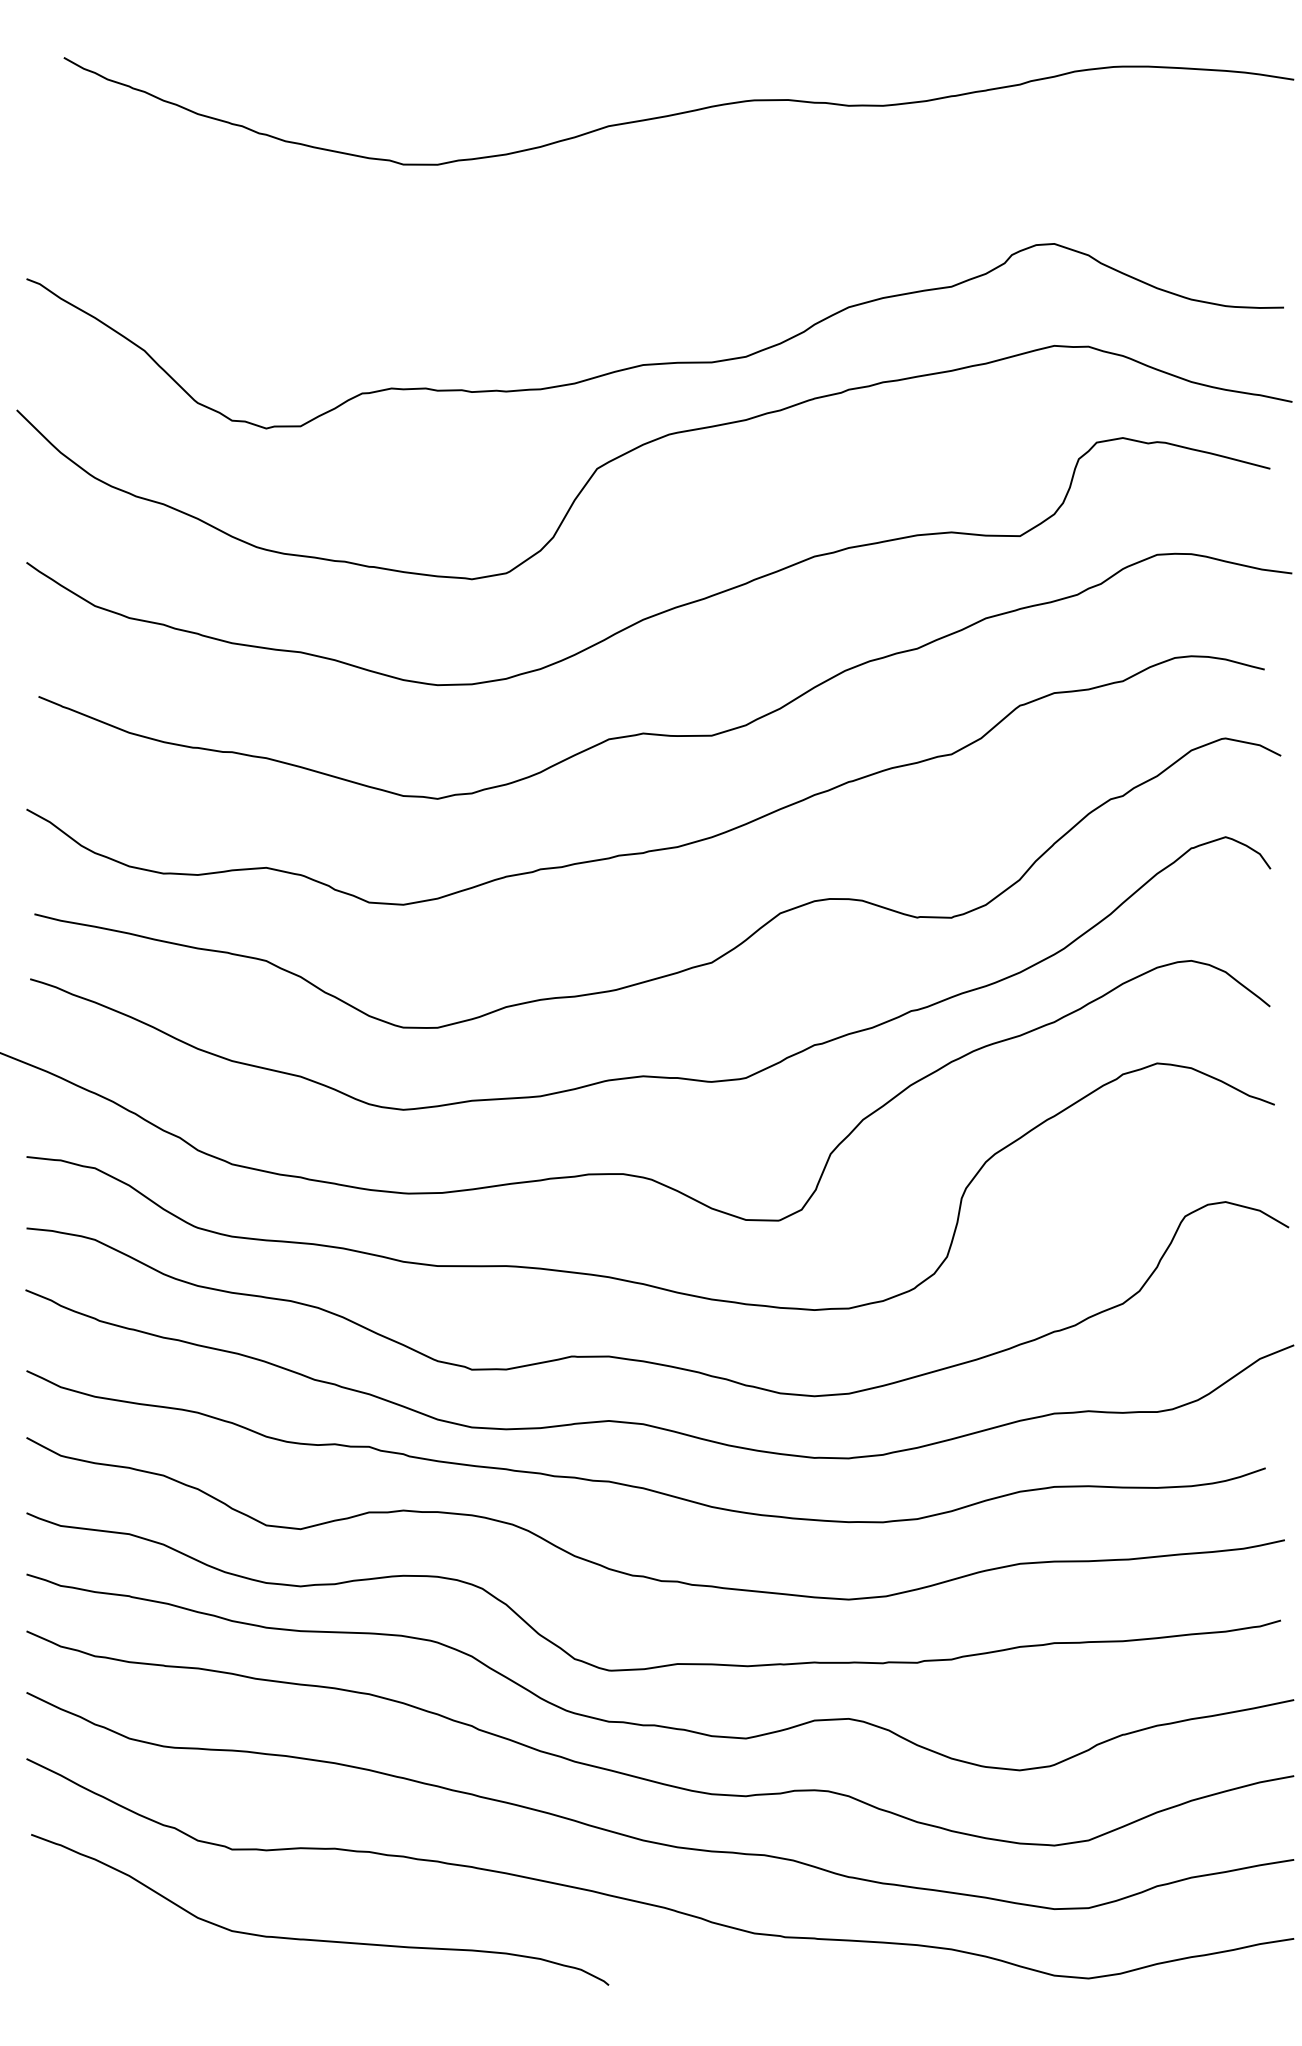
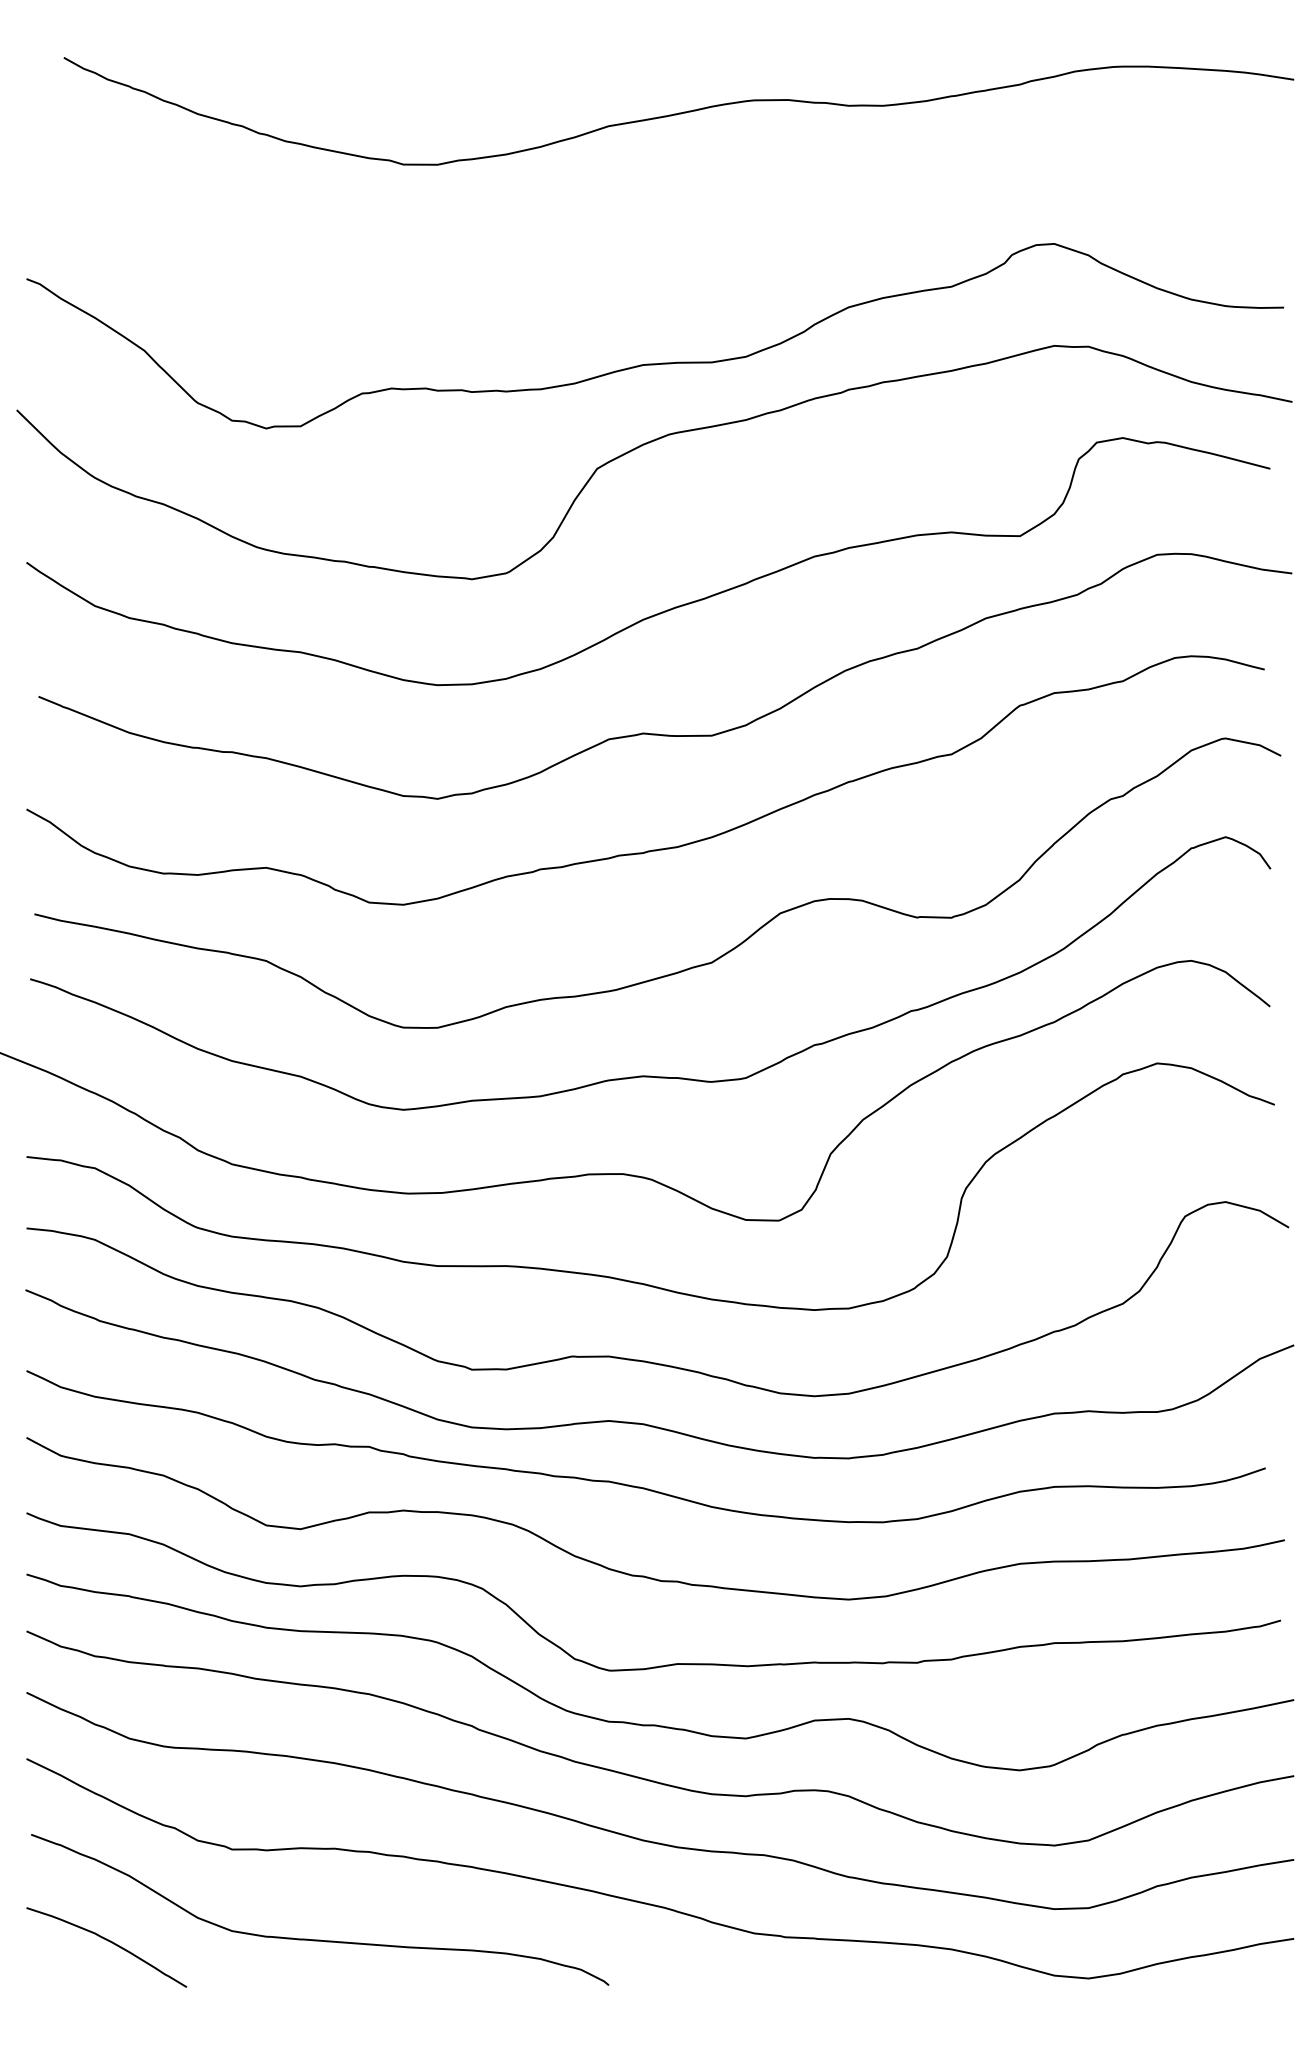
curve at (109, 1942): none -> present
